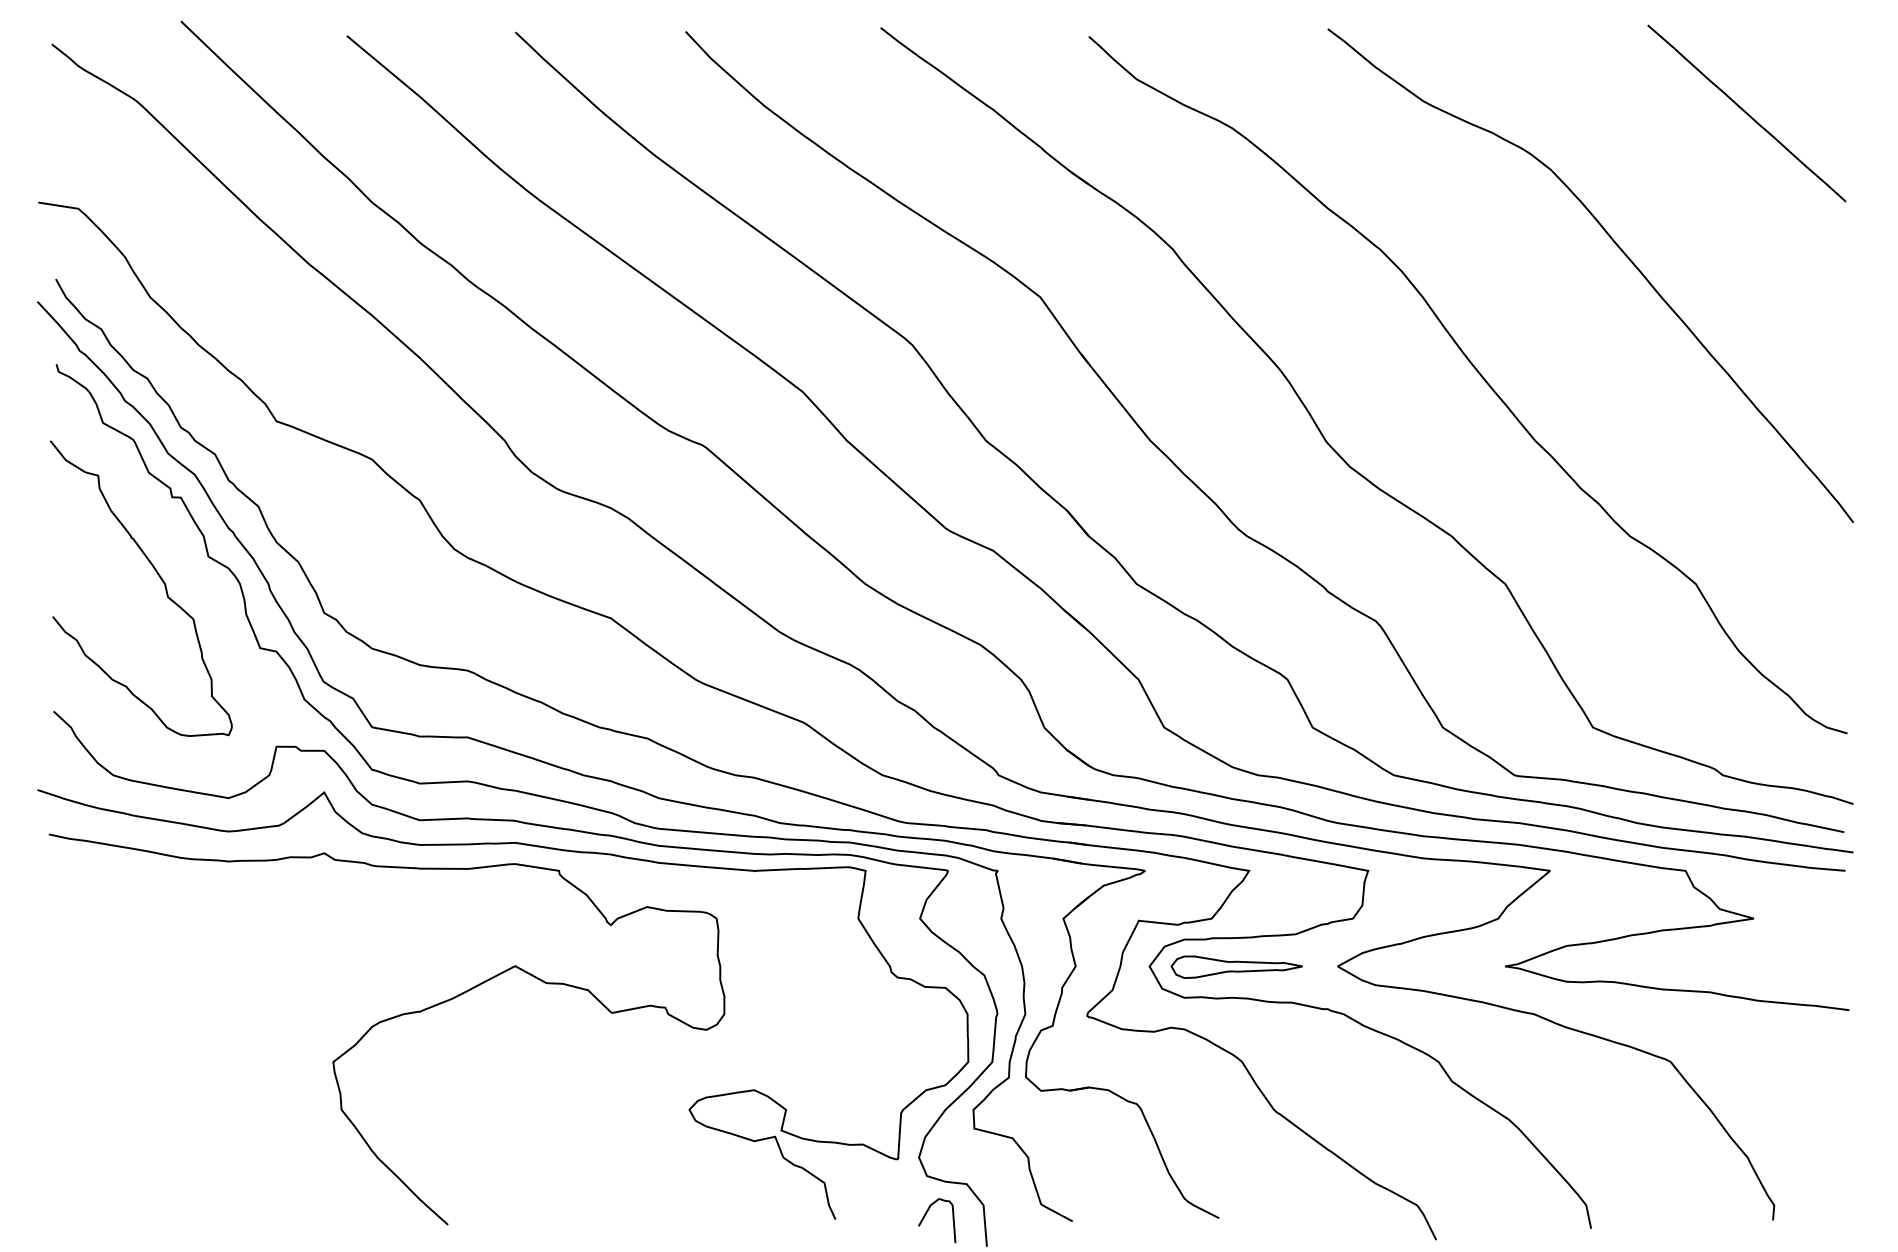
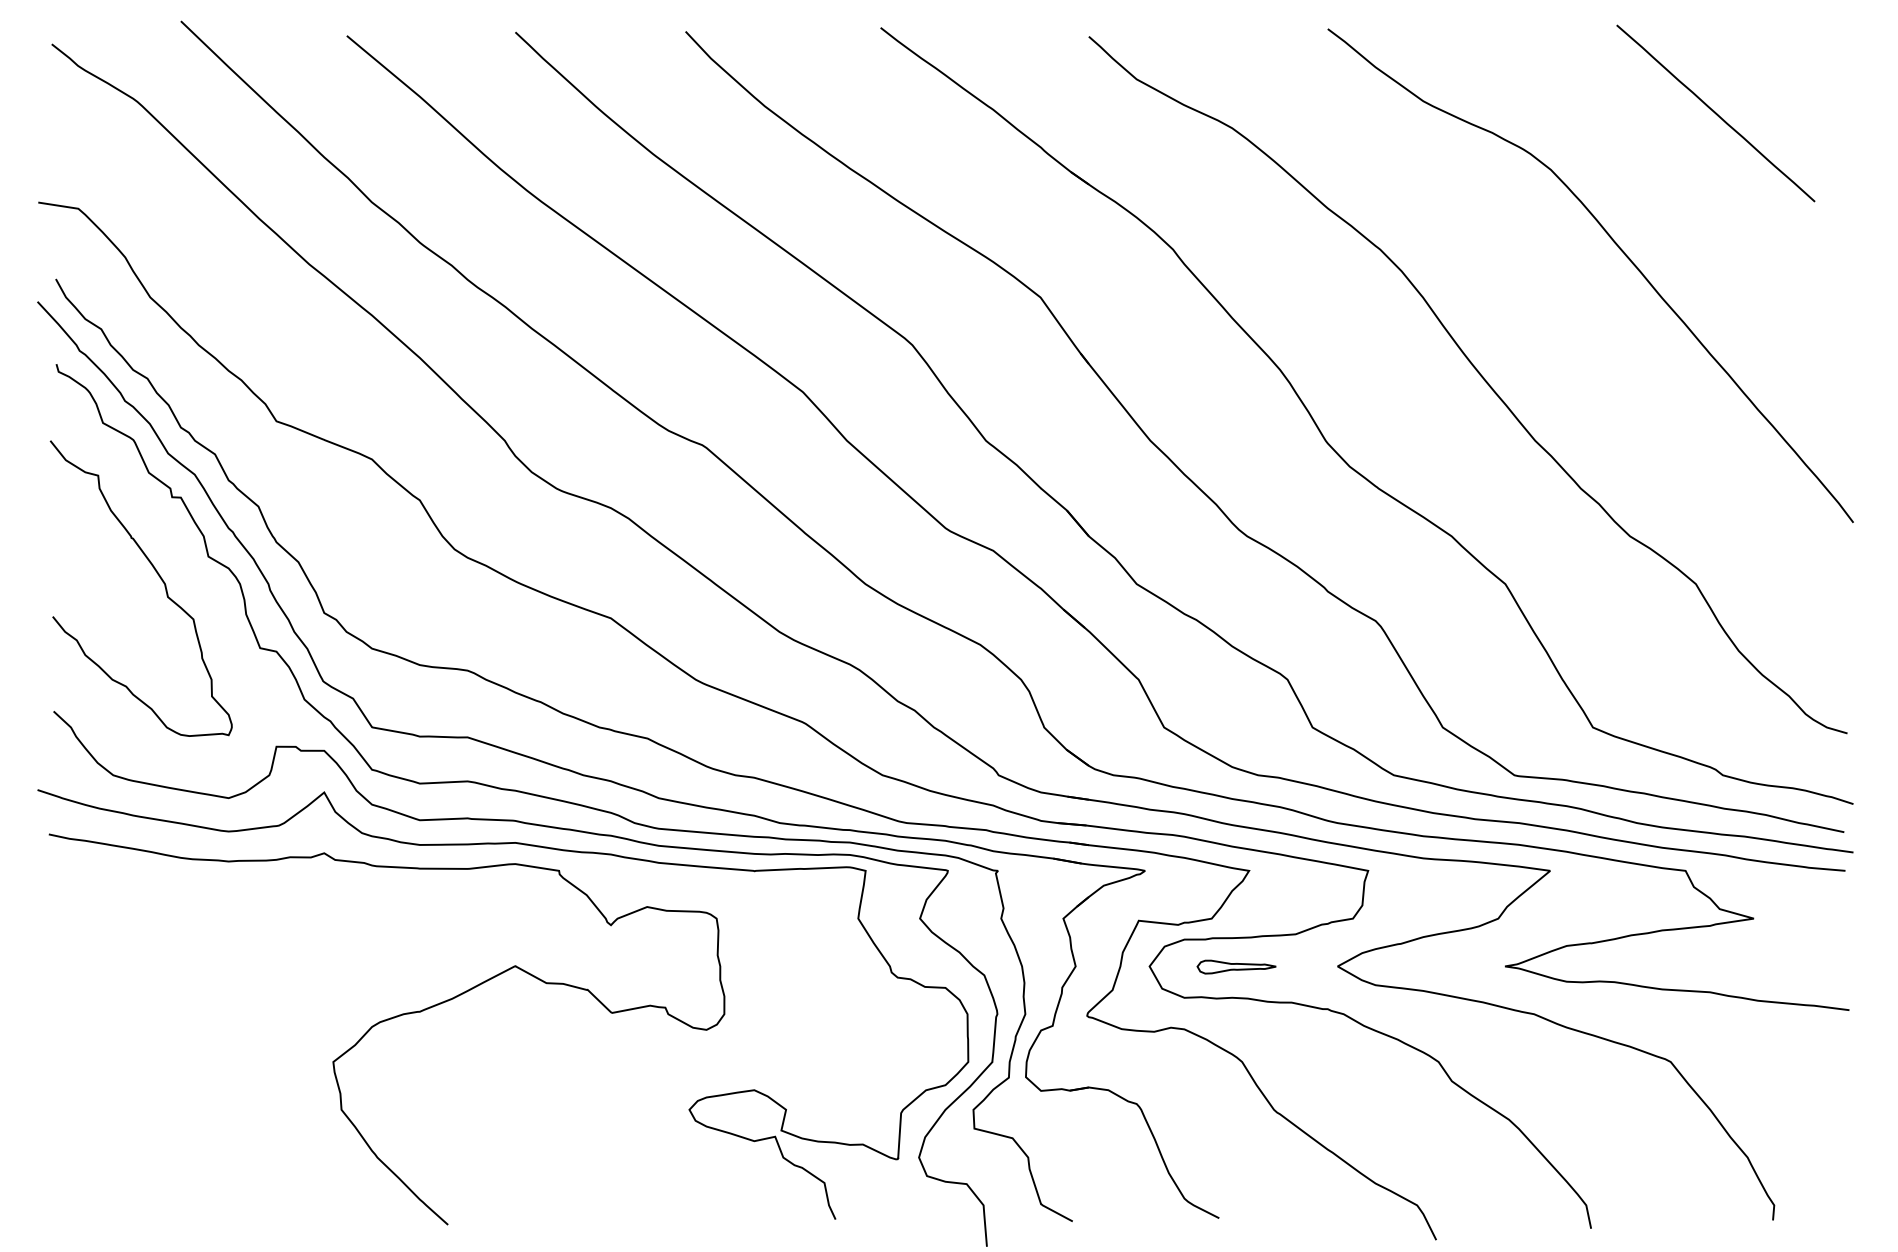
line at (1746, 113) position: (1746, 113) -> (1715, 113)
part at (1236, 966) size: 133x24 px -> 81x16 px
curve at (926, 1214): present -> none
